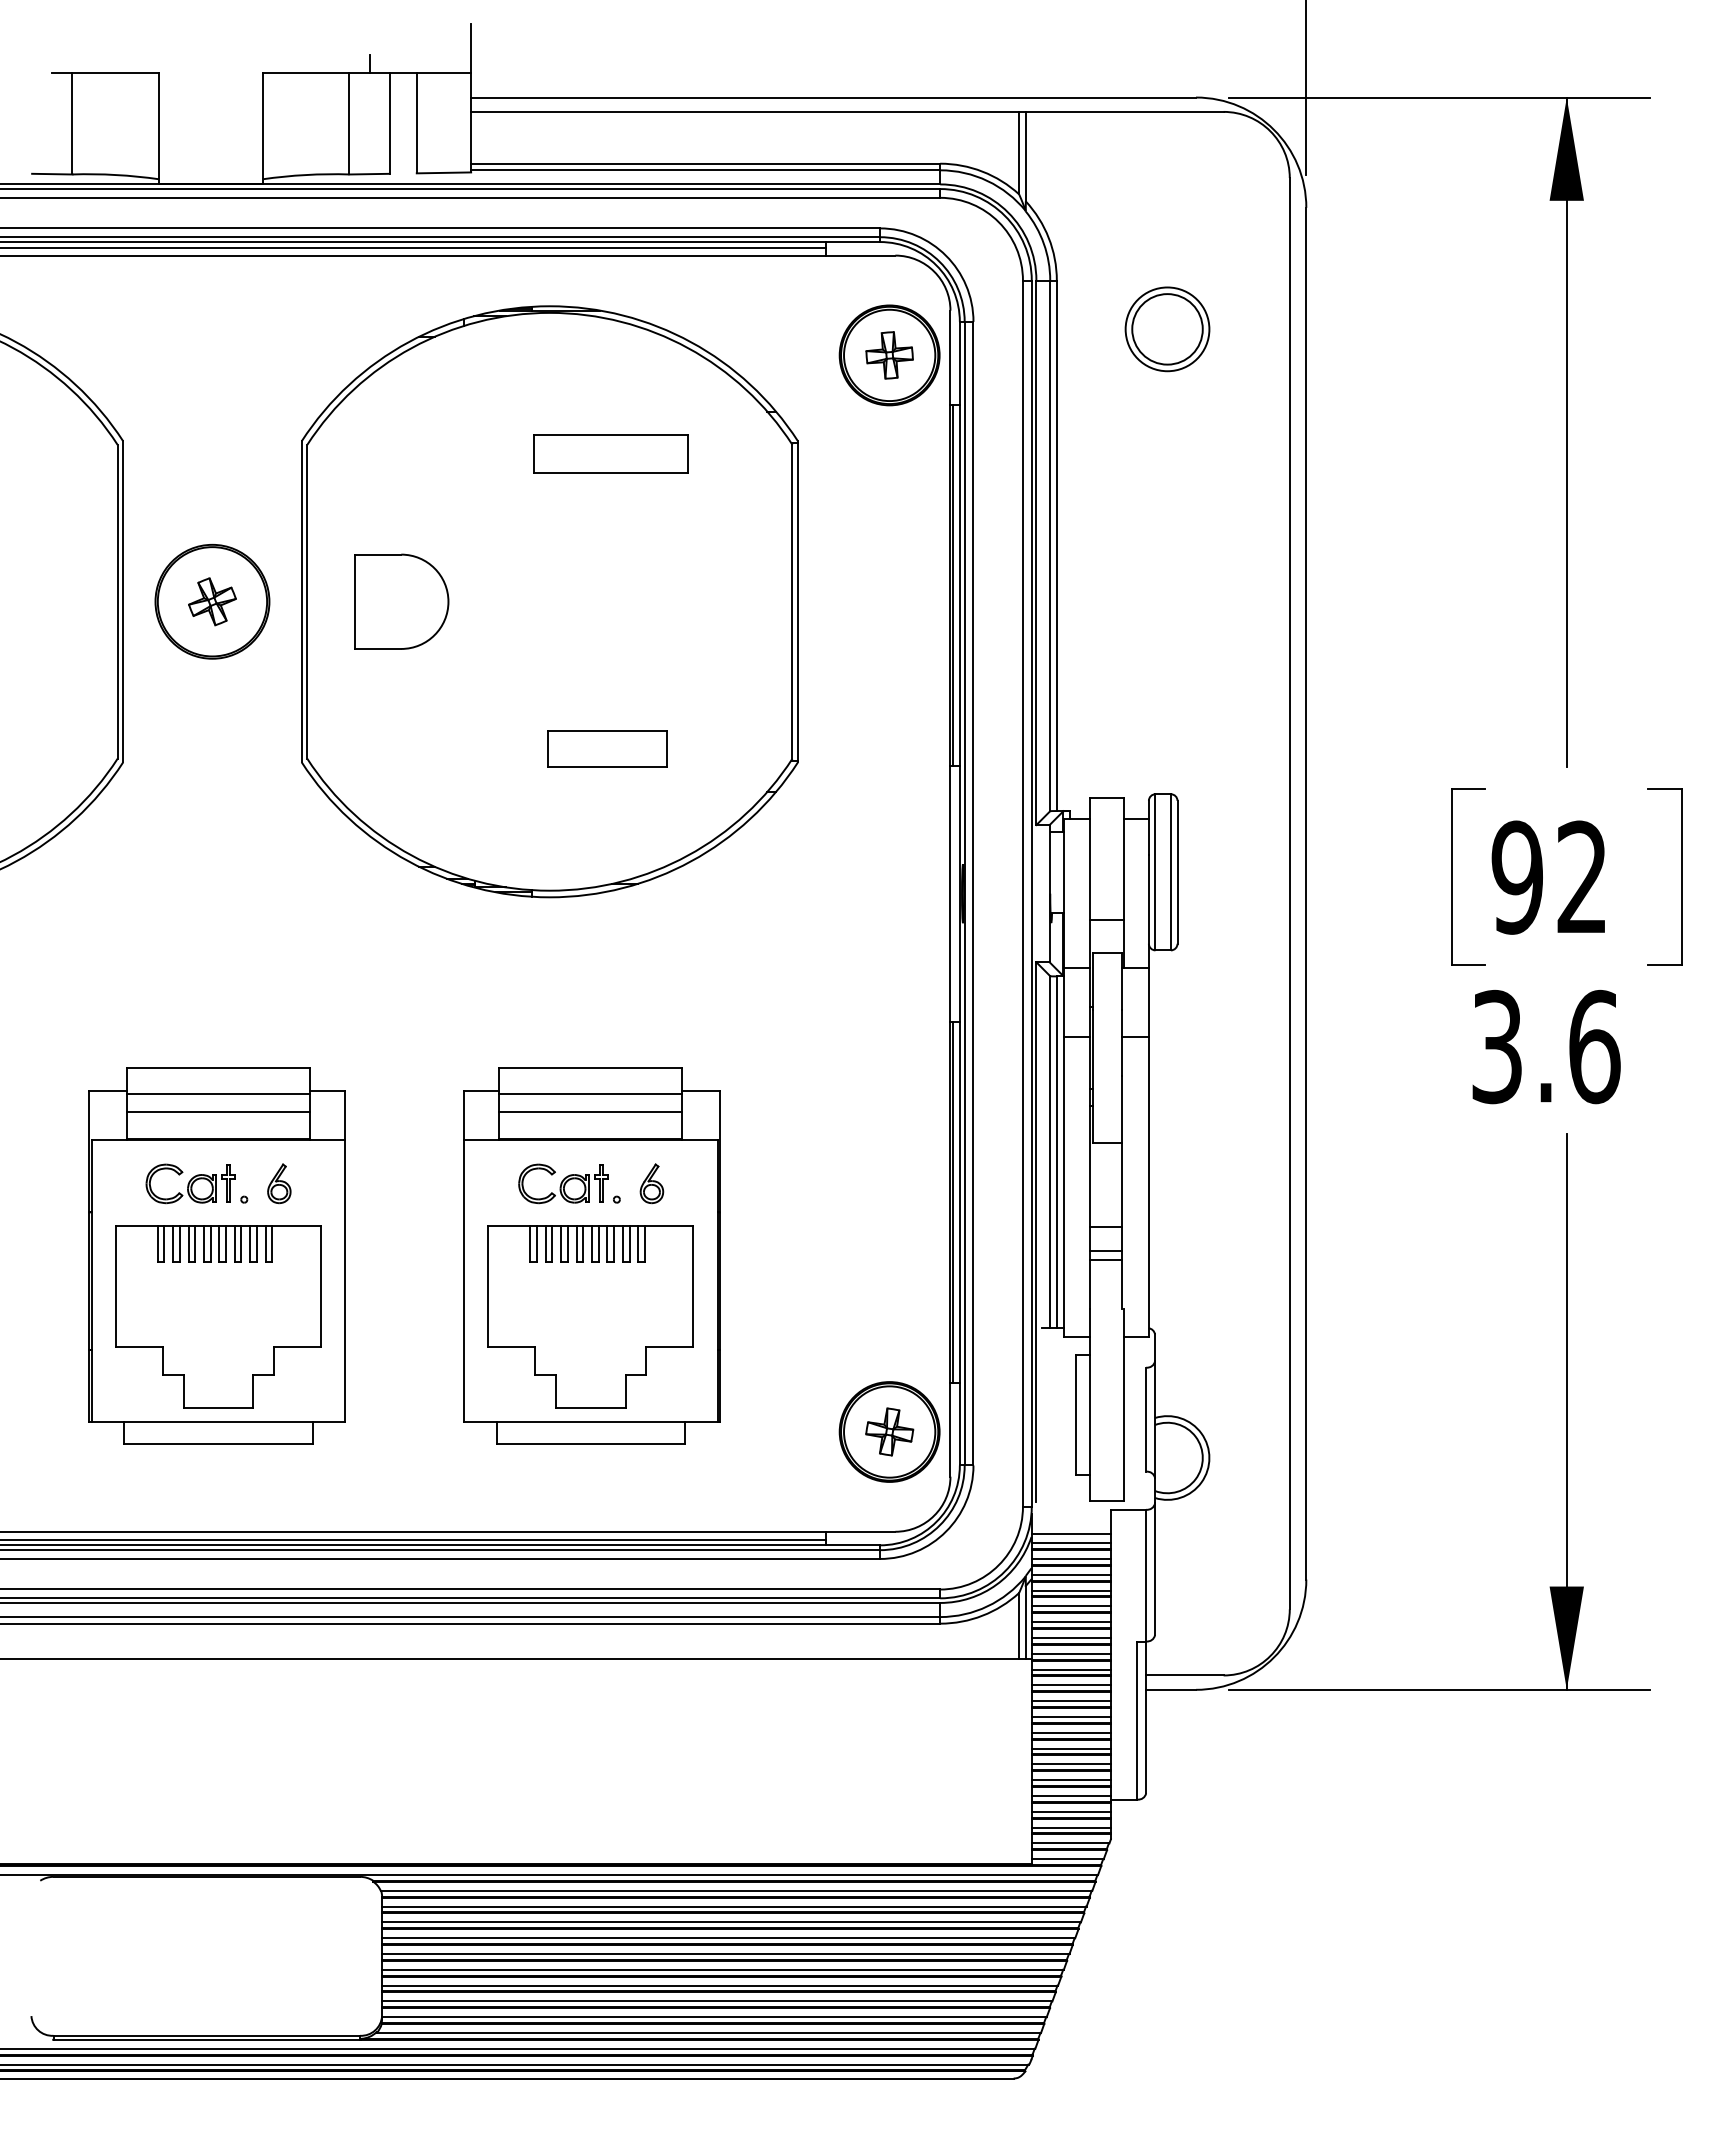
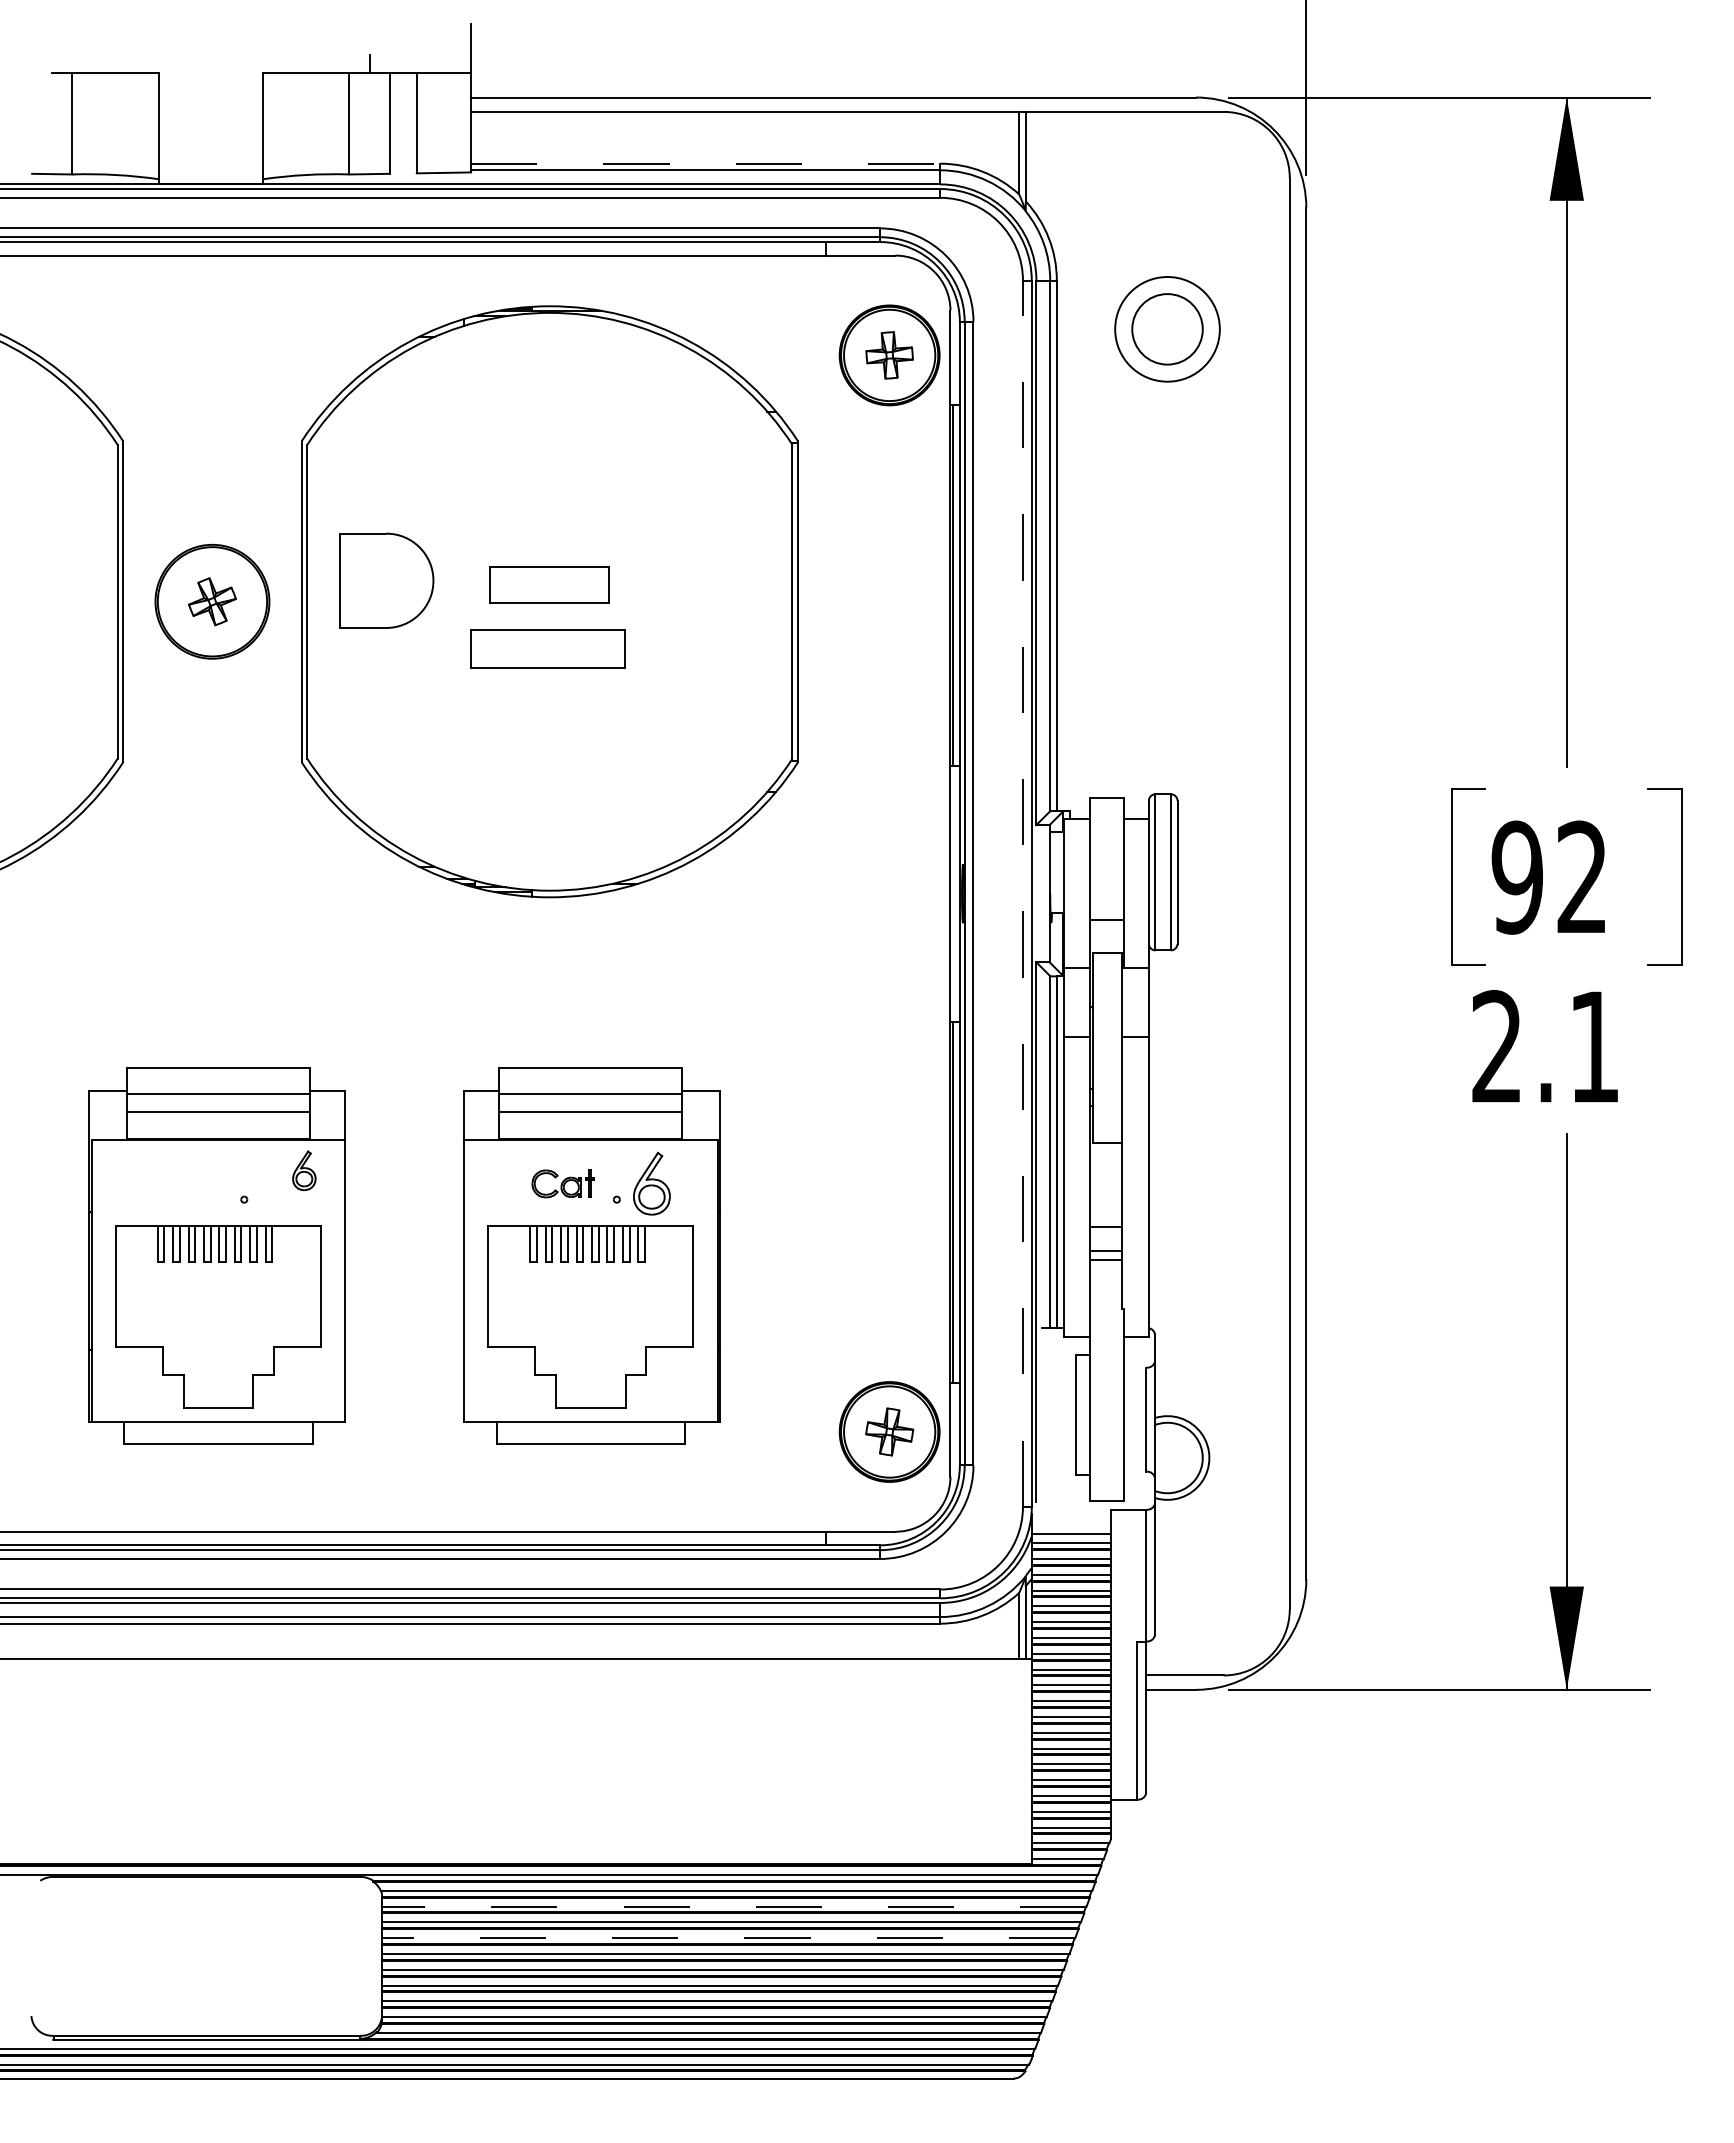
line at (705, 163): solid -> dashed
line at (413, 247): present -> none
circle at (1167, 329) diameter: 84 px -> 105 px
part at (610, 453) position: (610, 453) -> (547, 648)
part at (401, 601) position: (401, 601) -> (386, 580)
part at (607, 748) position: (607, 748) -> (549, 584)
line at (1022, 893): solid -> dashed
text at (1546, 1046): 3.6 -> 2.1
part at (190, 1183): present -> none
part at (279, 1183) position: (279, 1183) -> (304, 1170)
part at (563, 1183) size: 91x42 px -> 64x30 px
part at (651, 1183) size: 26x42 px -> 38x65 px
line at (413, 1539): present -> none
line at (733, 1906): solid -> dashed
line at (728, 1938): solid -> dashed
